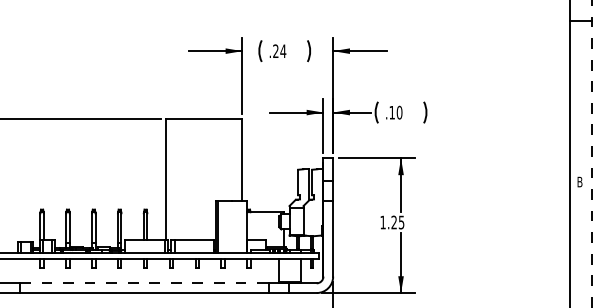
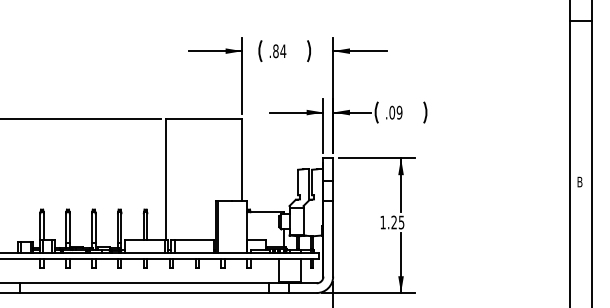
text at (275, 51): .24 -> .84
text at (395, 112): .10 -> .09
line at (591, 153): dashed -> solid
line at (144, 283): dashed -> solid
